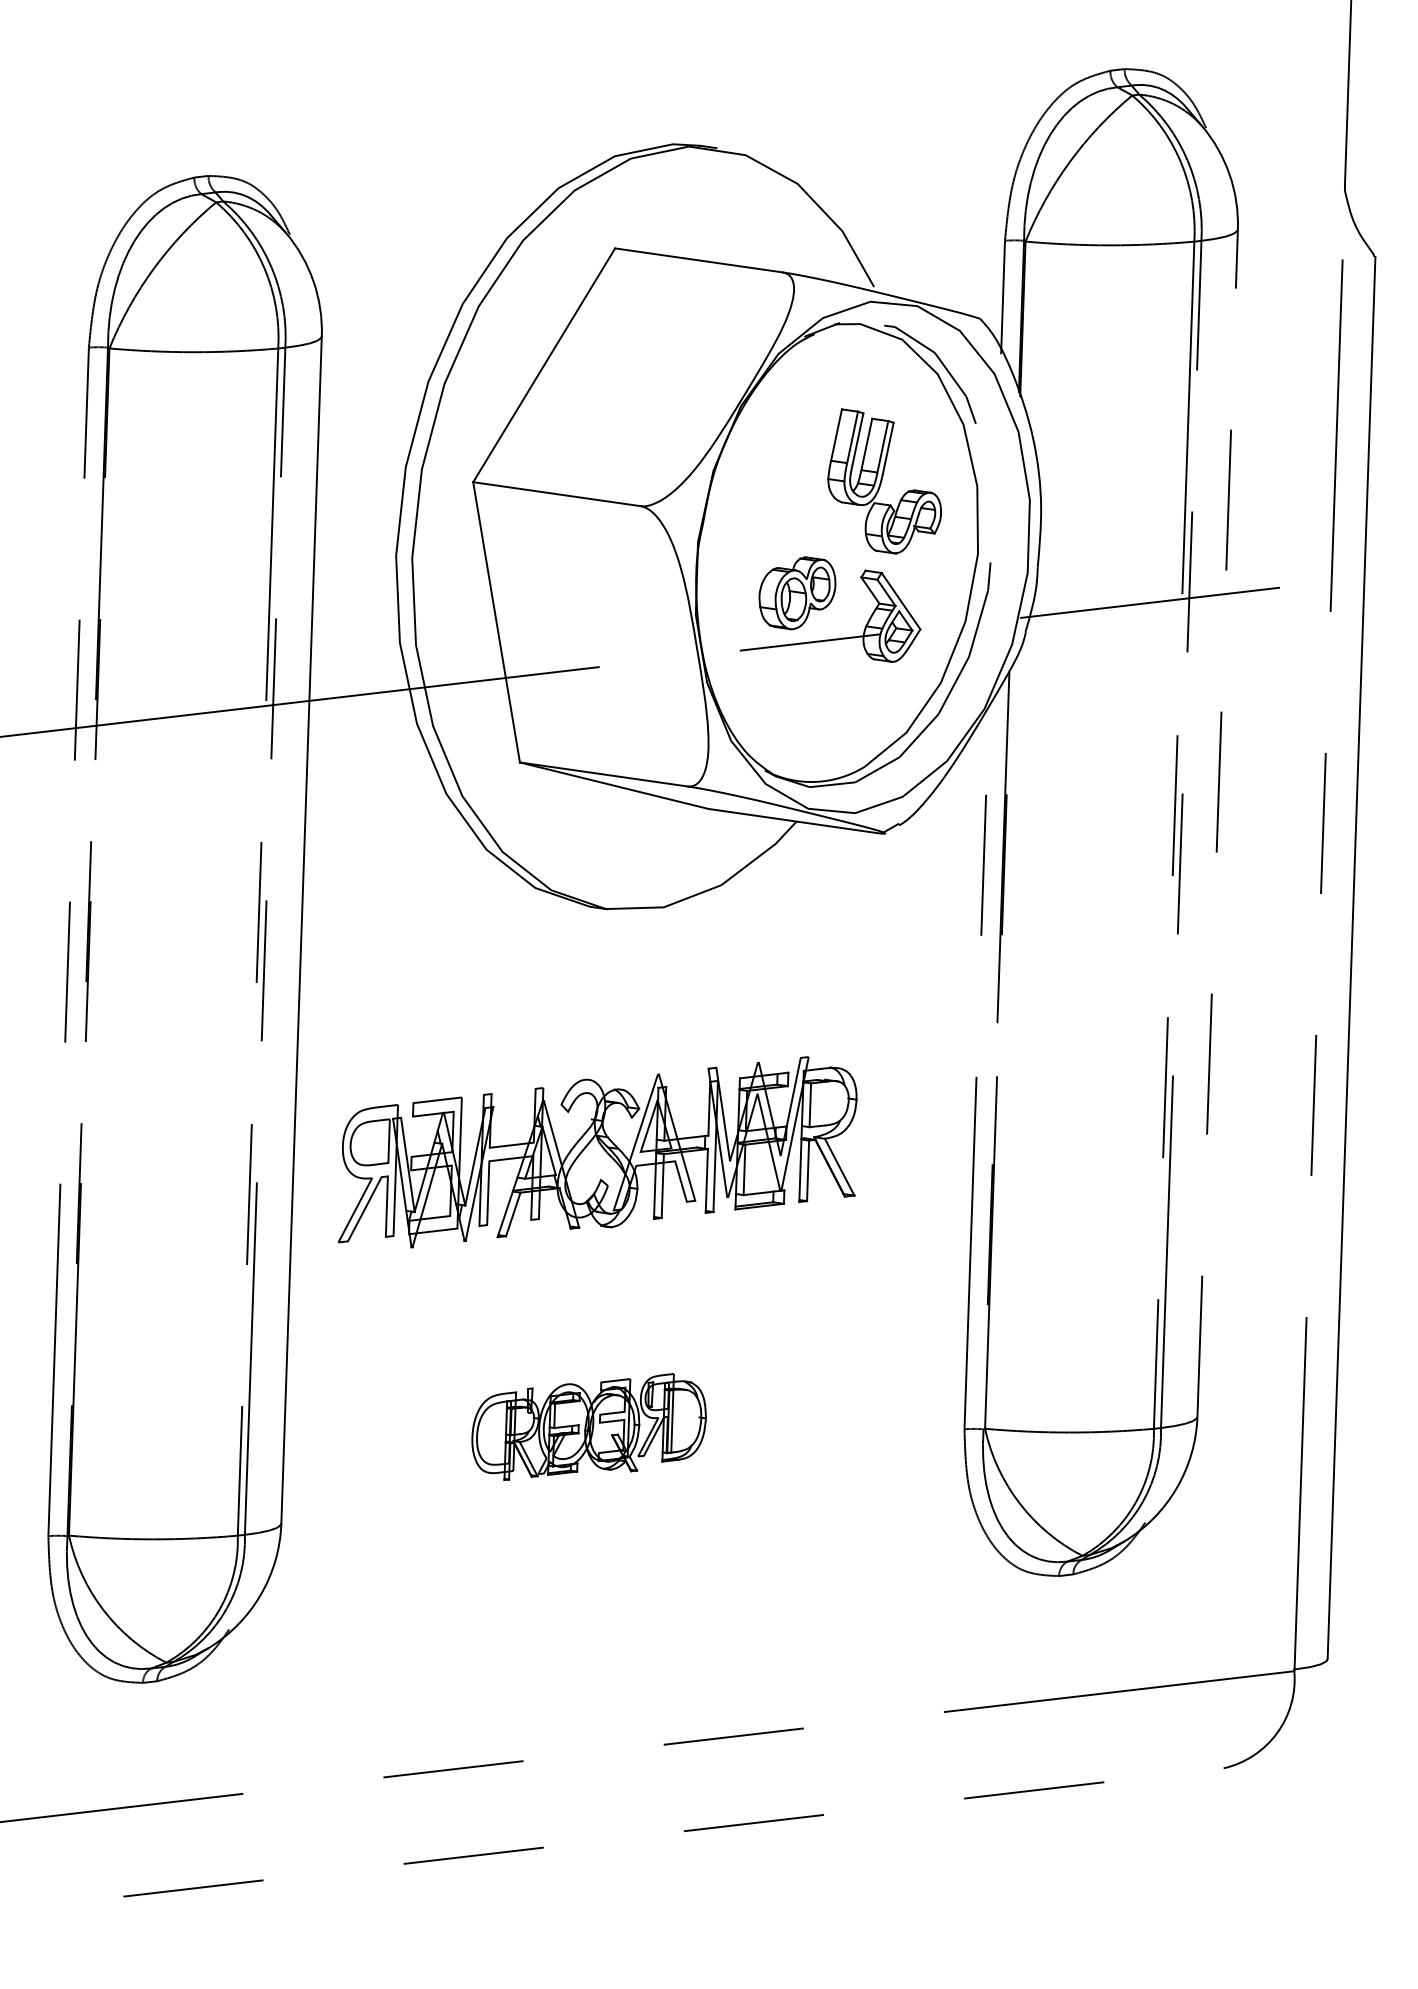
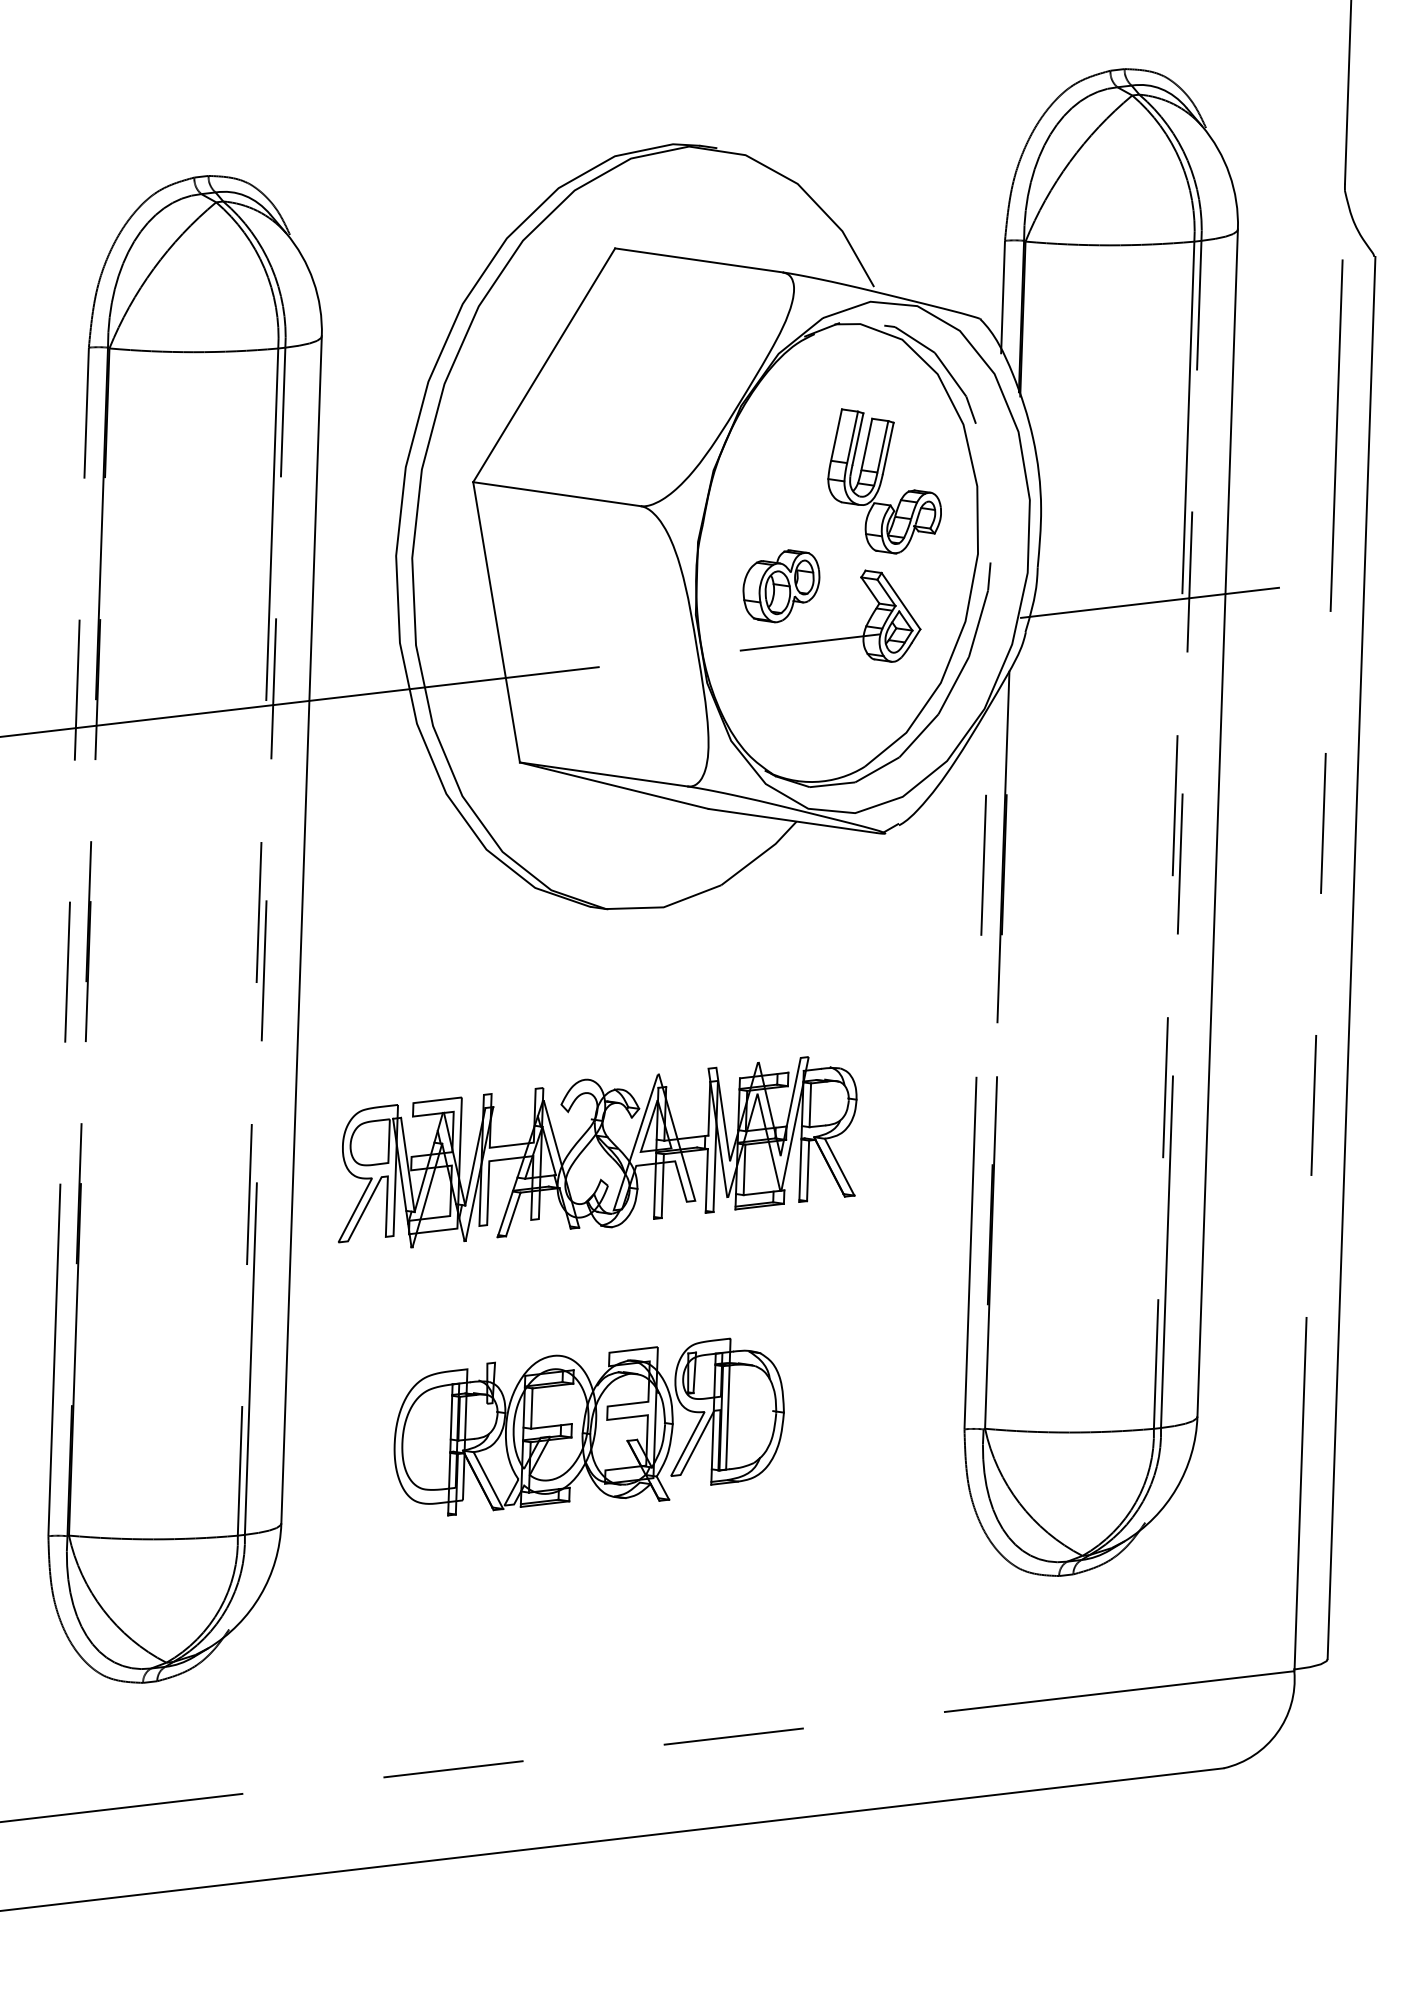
part at (797, 593) position: (797, 593) -> (781, 586)
line at (1217, 823): dashed -> solid
part at (588, 1426) size: 236x108 px -> 392x180 px
line at (611, 1839): dashed -> solid
